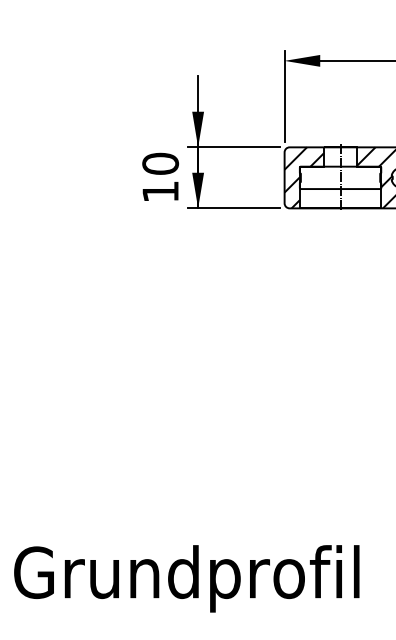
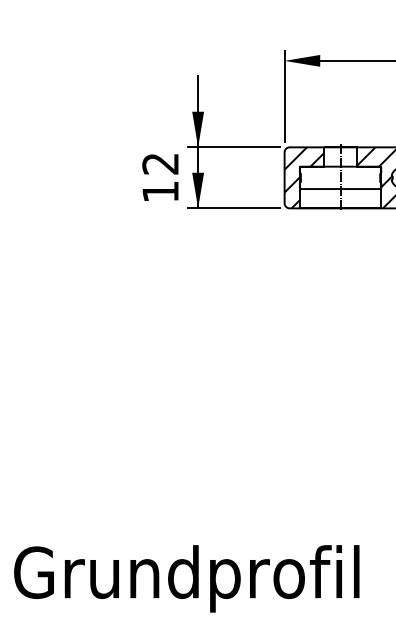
text at (160, 163): 10 -> 12
